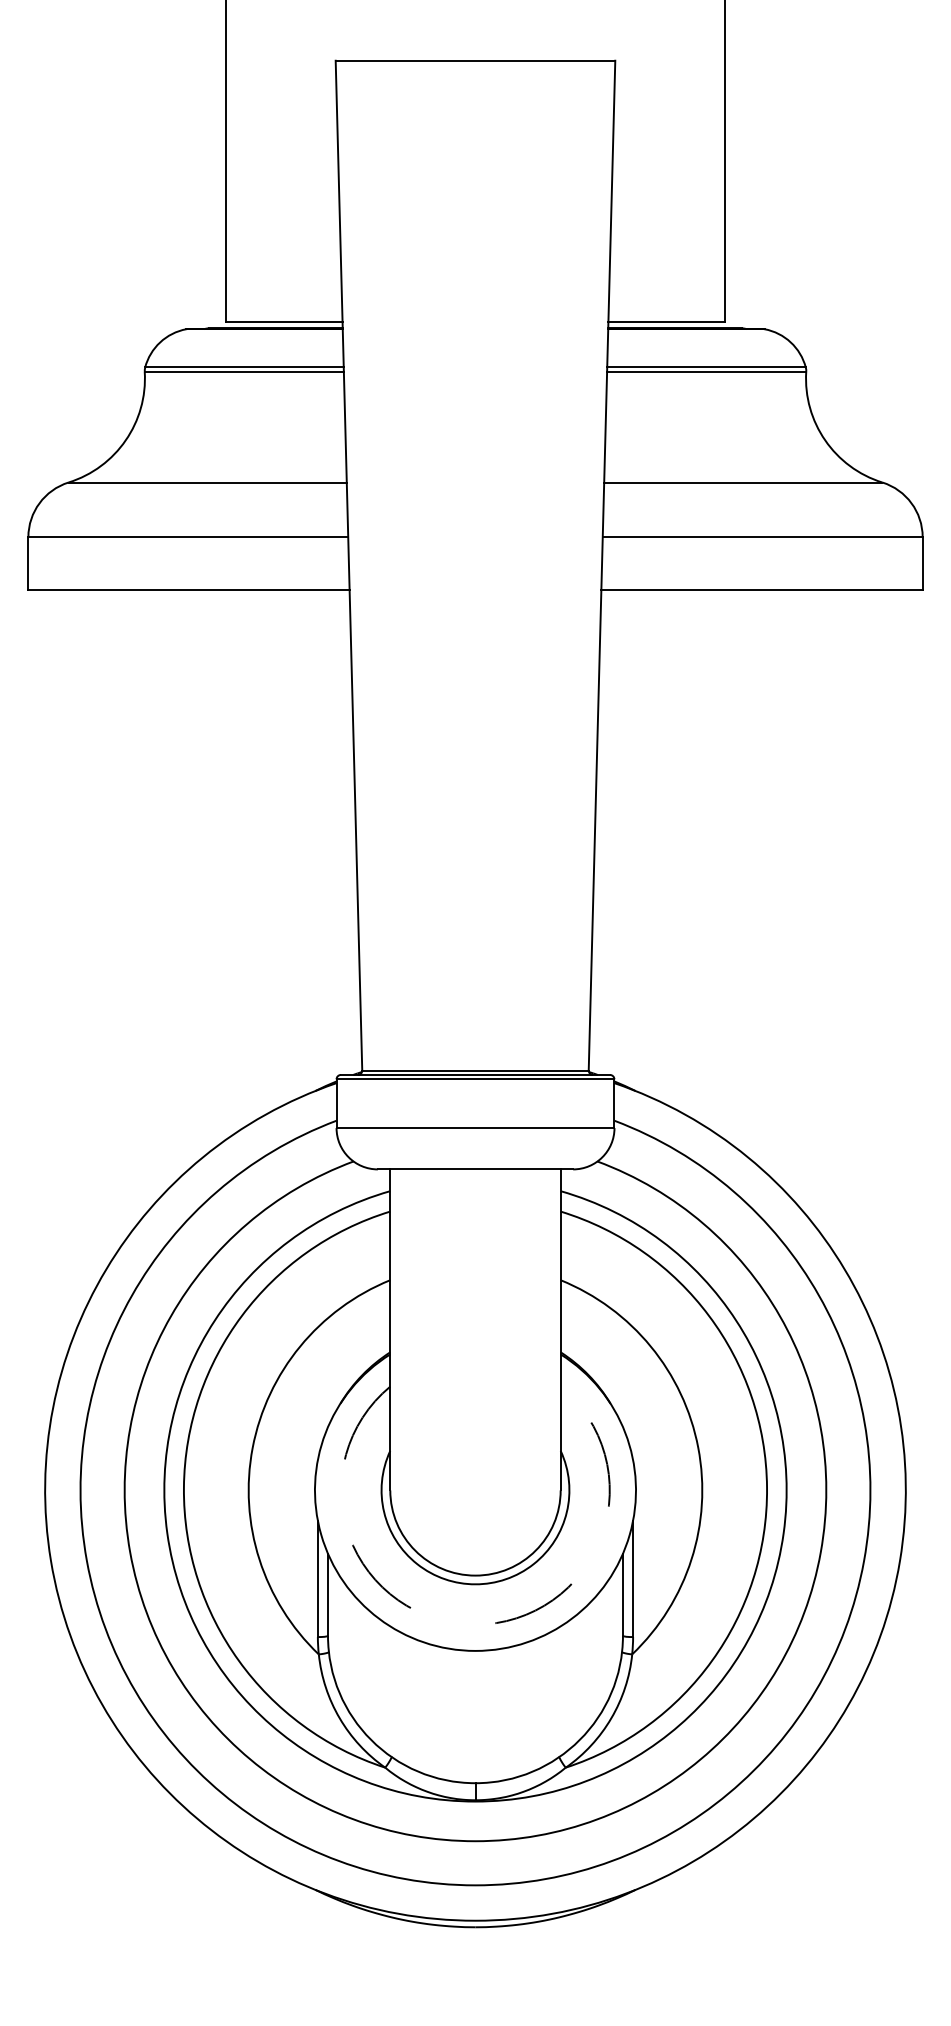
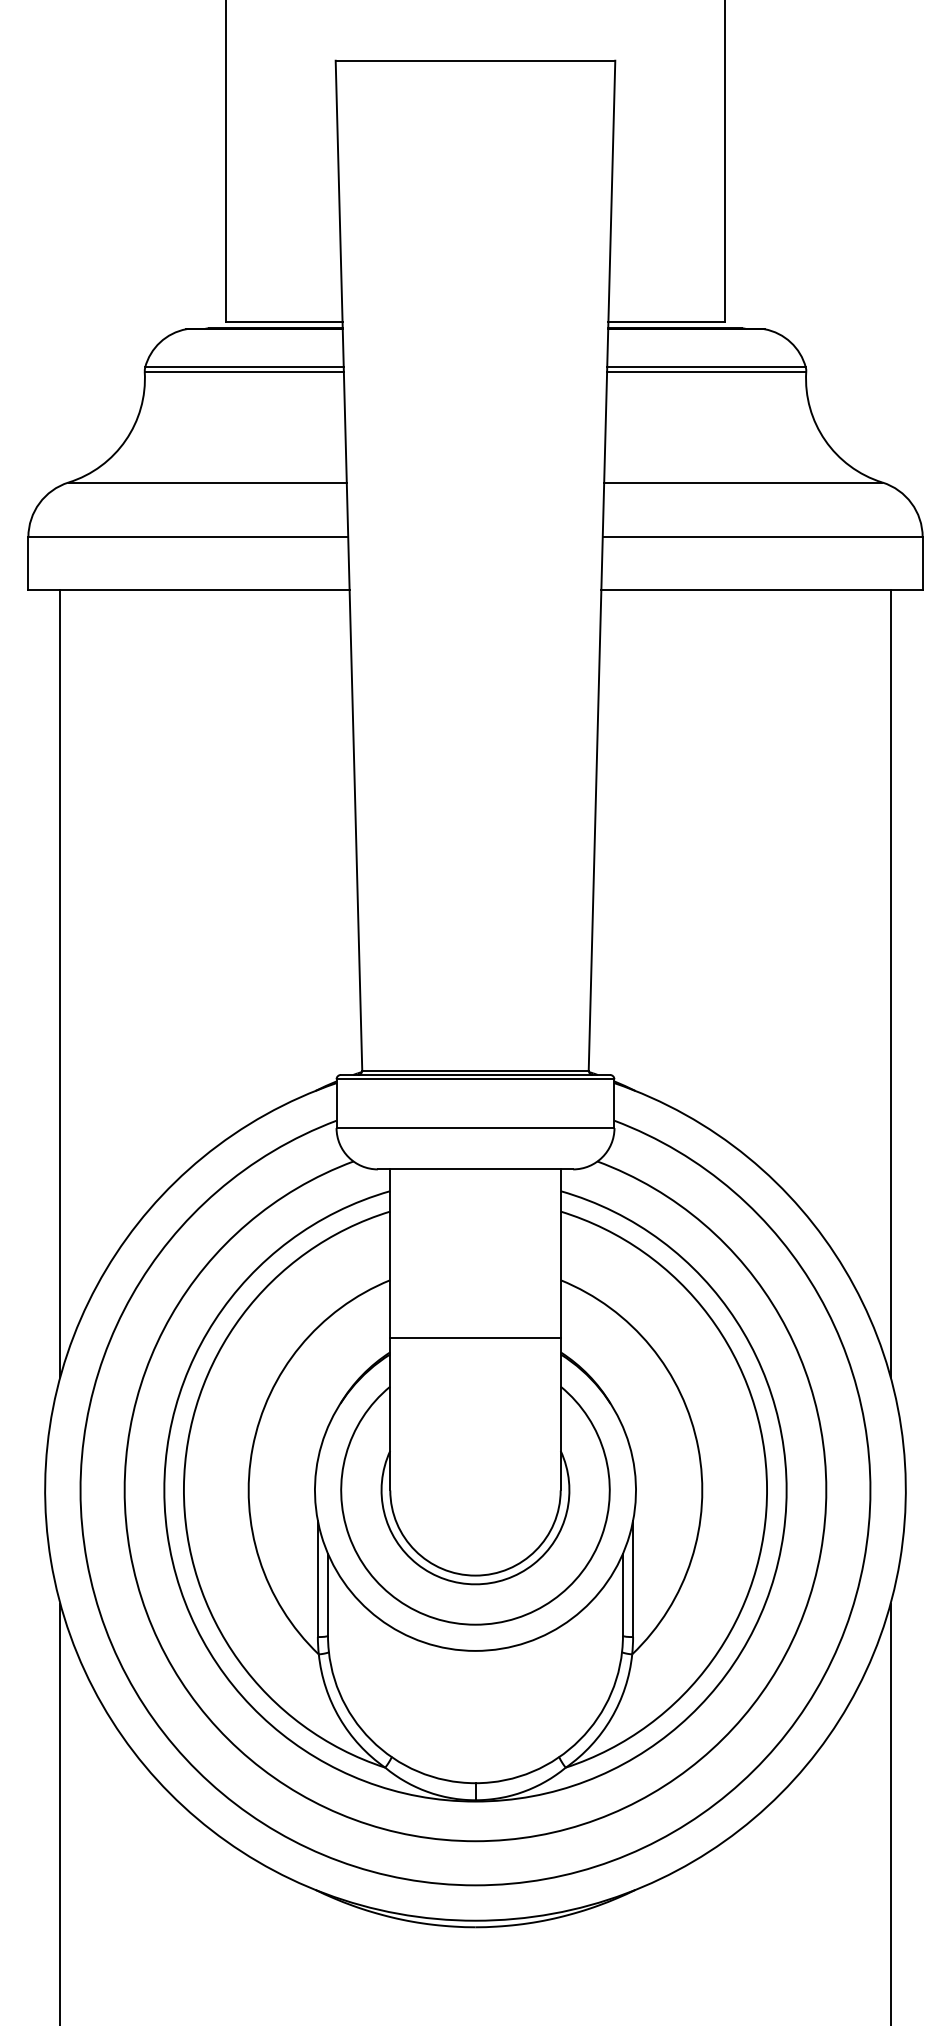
line at (60, 983): none -> present
line at (890, 983): none -> present
line at (475, 1337): none -> present
arc at (475, 1624): dashed -> solid
line at (60, 1813): none -> present
line at (890, 1813): none -> present
